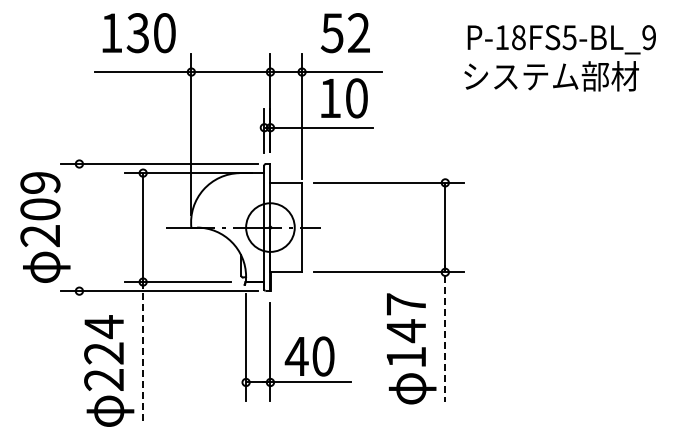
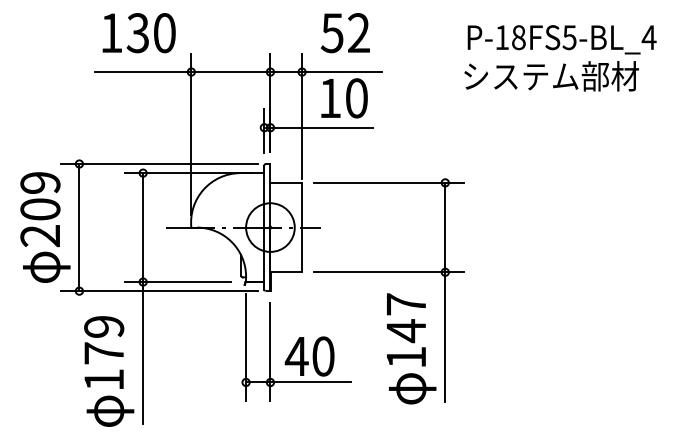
text at (648, 37): P-18FS5-BL_9 -> P-18FS5-BL_4
line at (79, 227): none -> present
line at (445, 333): dashed -> solid
text at (104, 352): 224 -> 179
line at (143, 353): dashed -> solid
